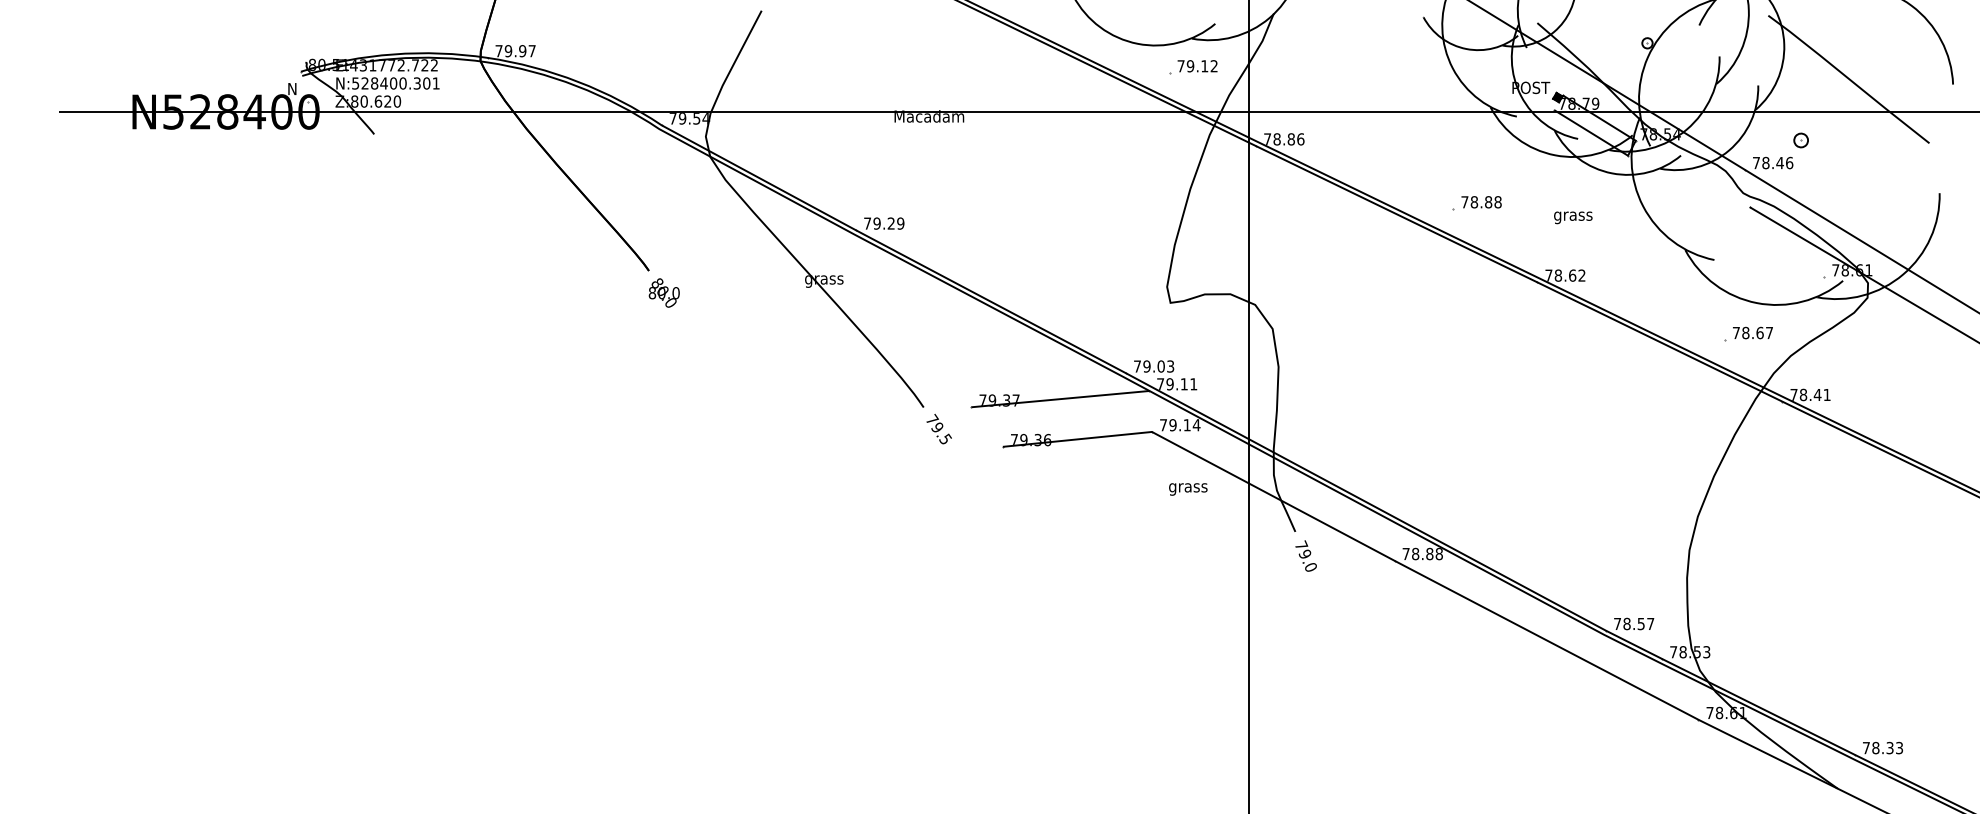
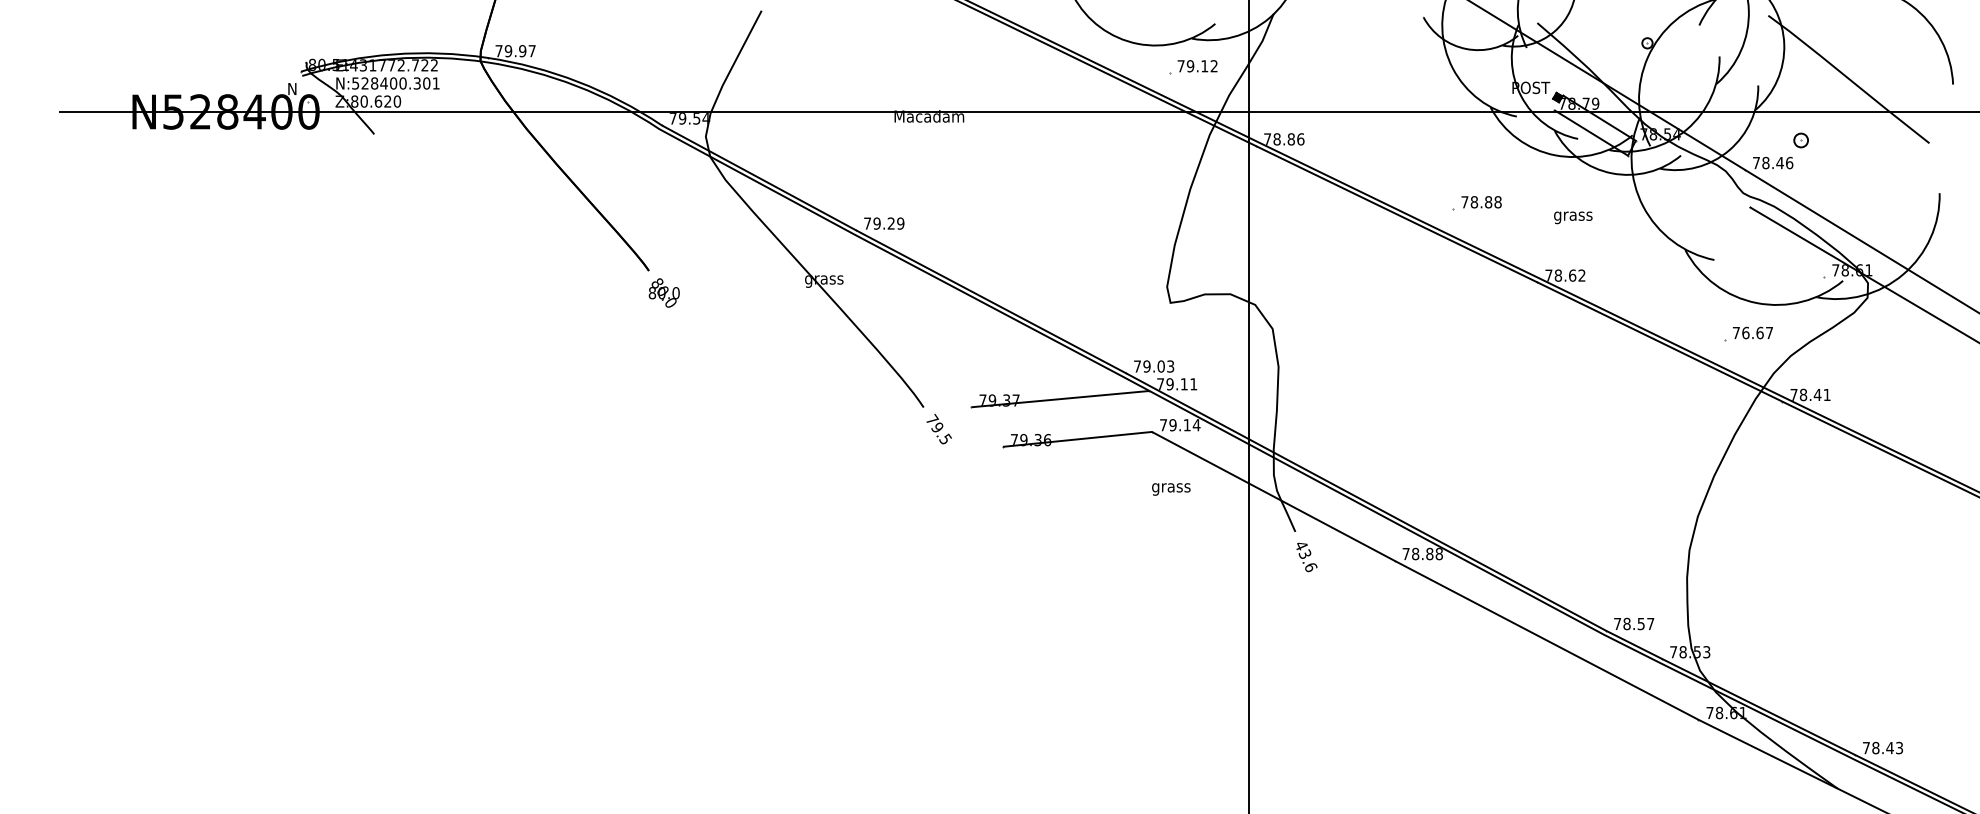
text at (1745, 332): 78.67 -> 76.67
text at (1188, 489) position: (1188, 489) -> (1171, 489)
text at (1306, 556): 79.0 -> 43.6
text at (1889, 747): 78.33 -> 78.43
